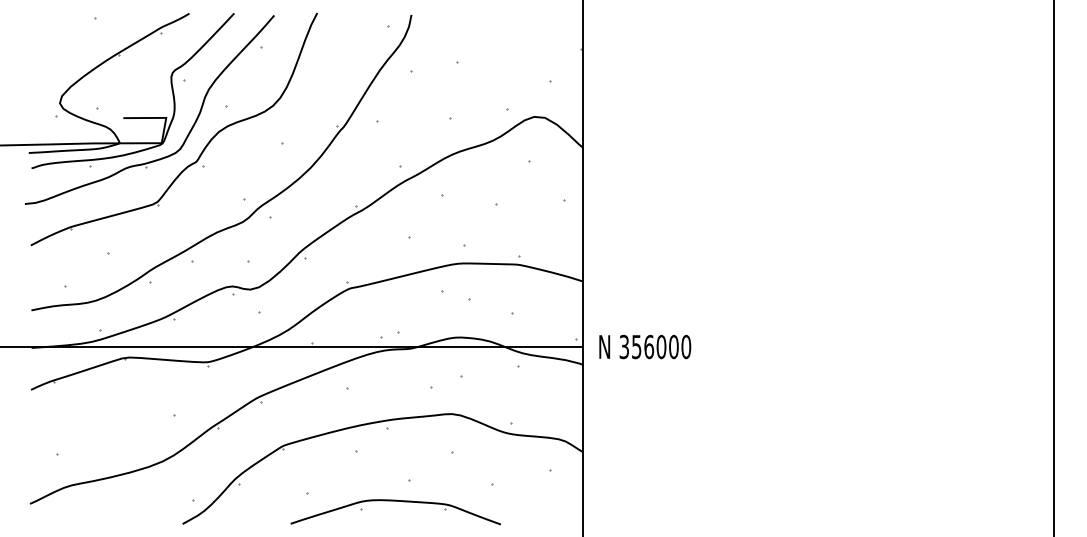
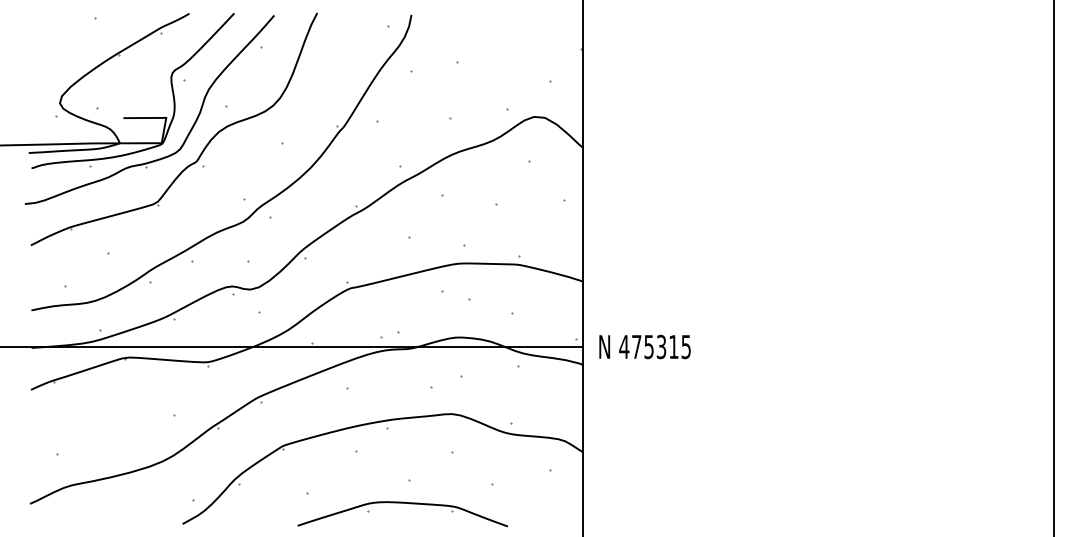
text at (655, 346): 356000 -> 475315
part at (395, 501) position: (395, 501) -> (402, 503)
